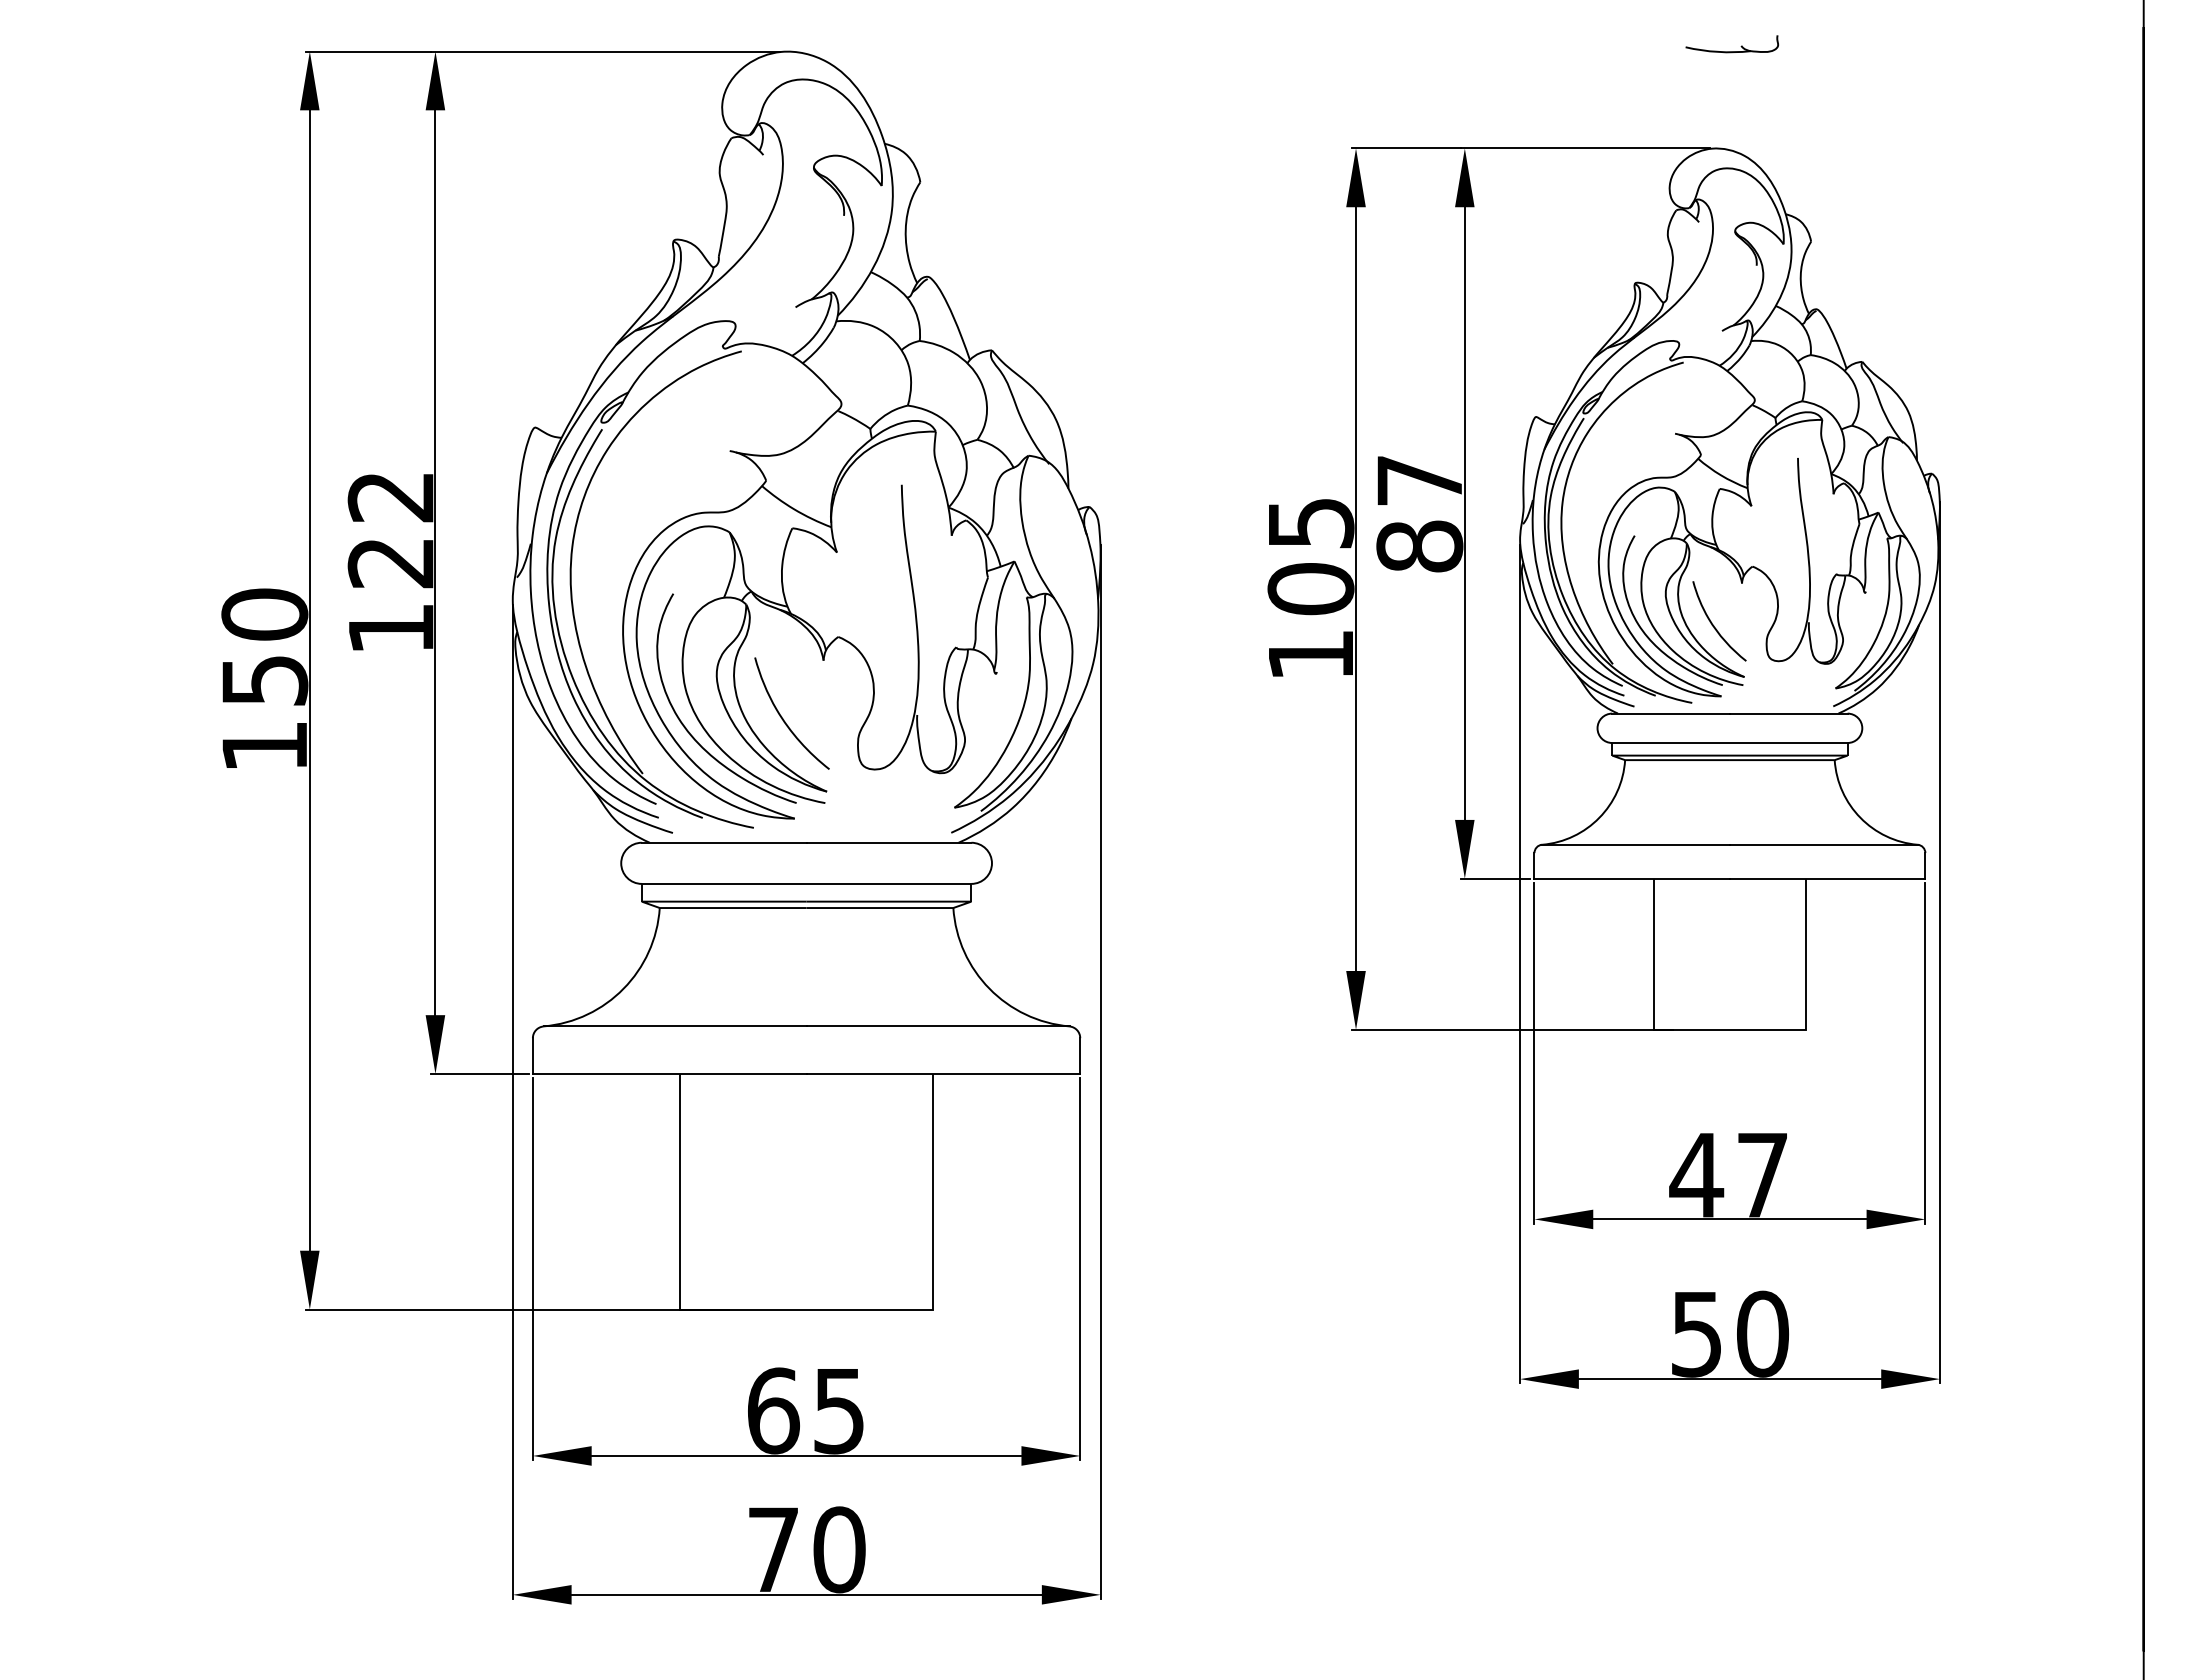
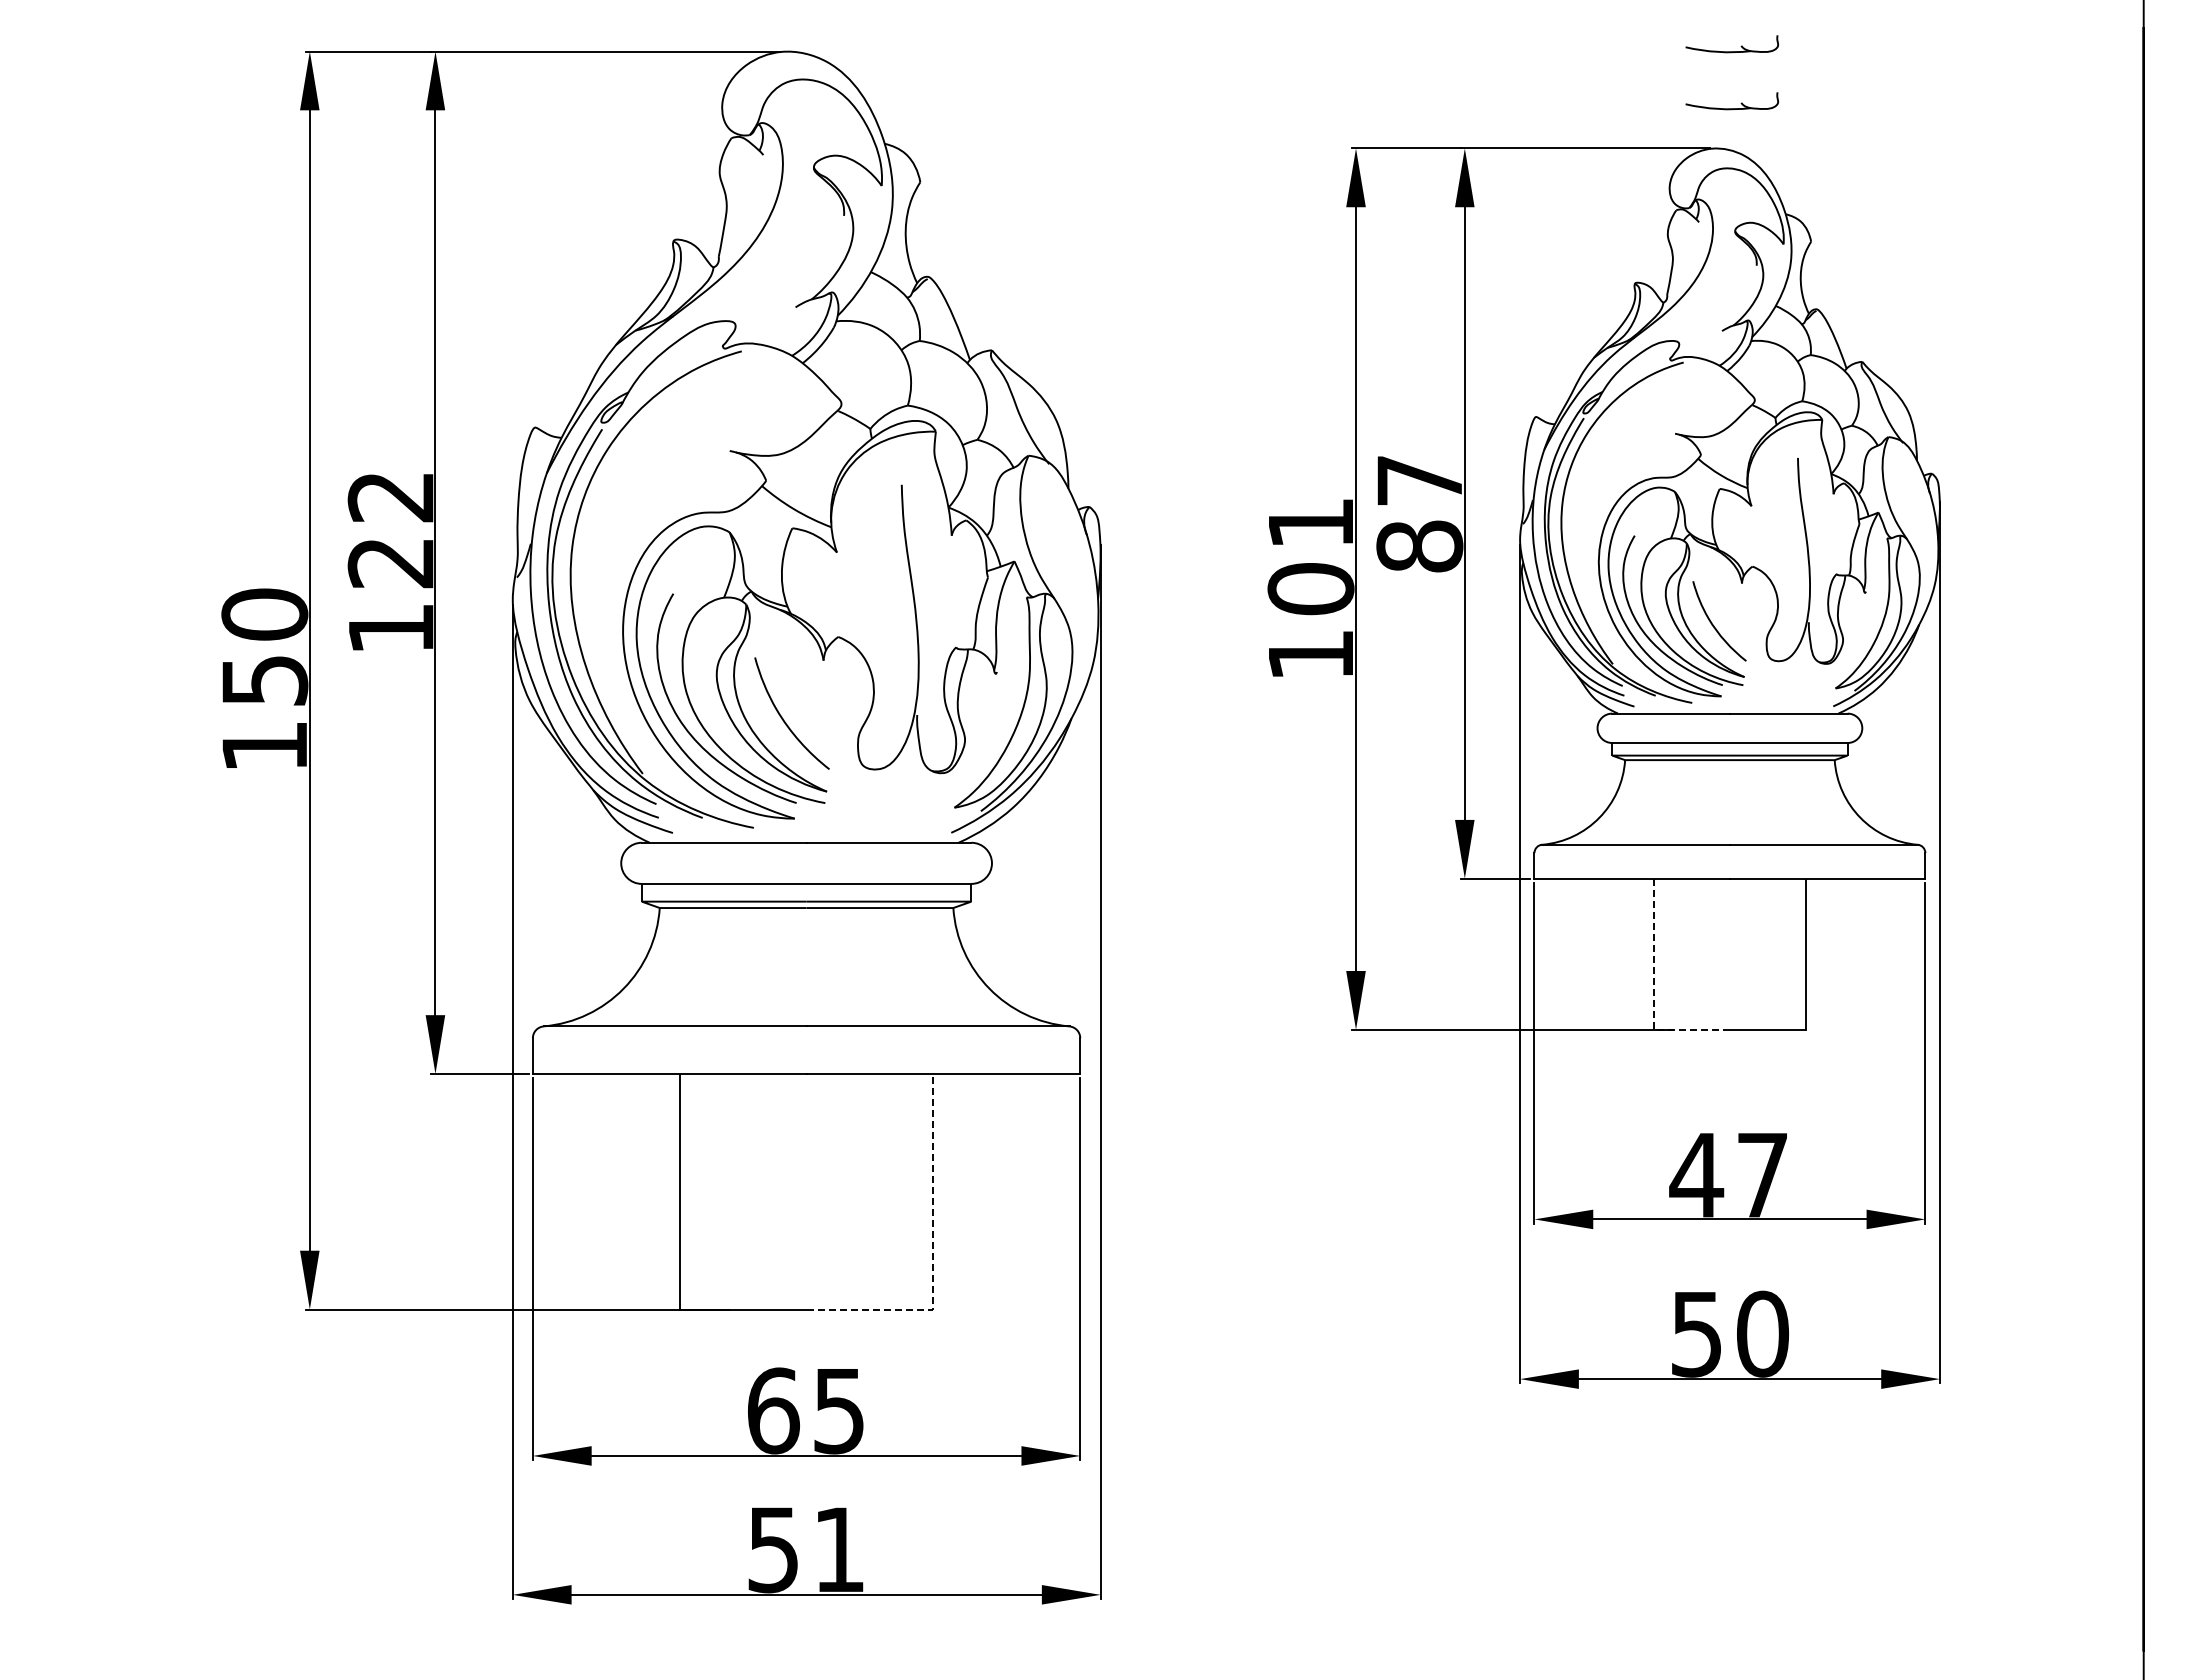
part at (1731, 108): none -> present
text at (1311, 523): 105 -> 101
line at (1654, 992): solid -> dashed
line at (932, 1255): solid -> dashed
text at (806, 1549): 70 -> 51
